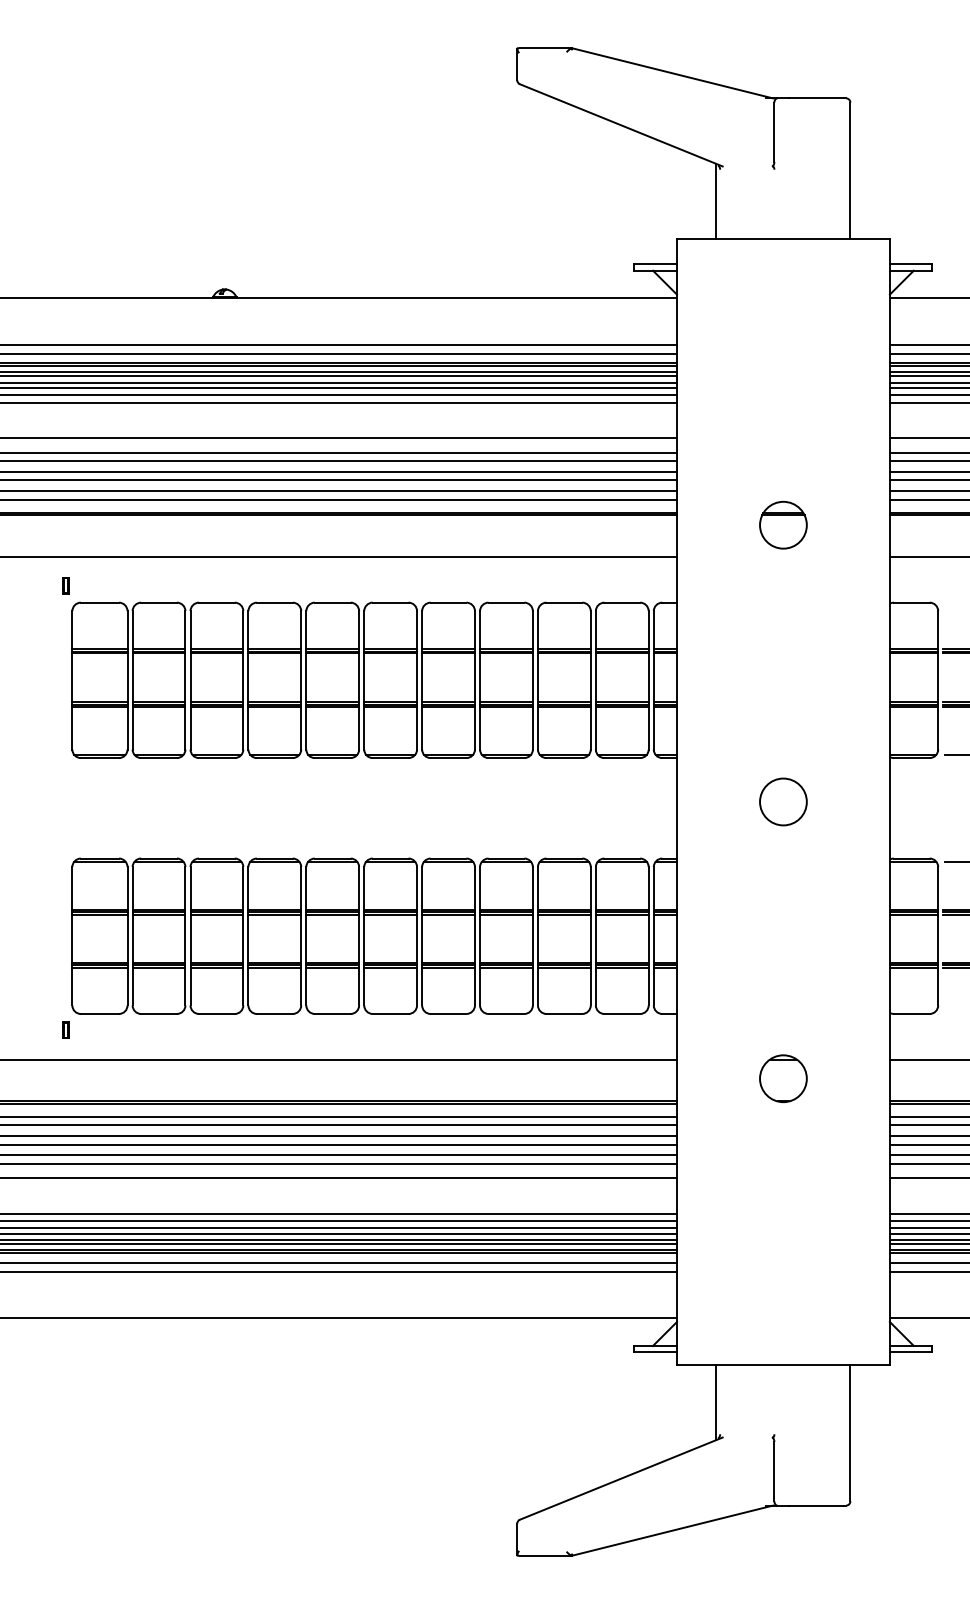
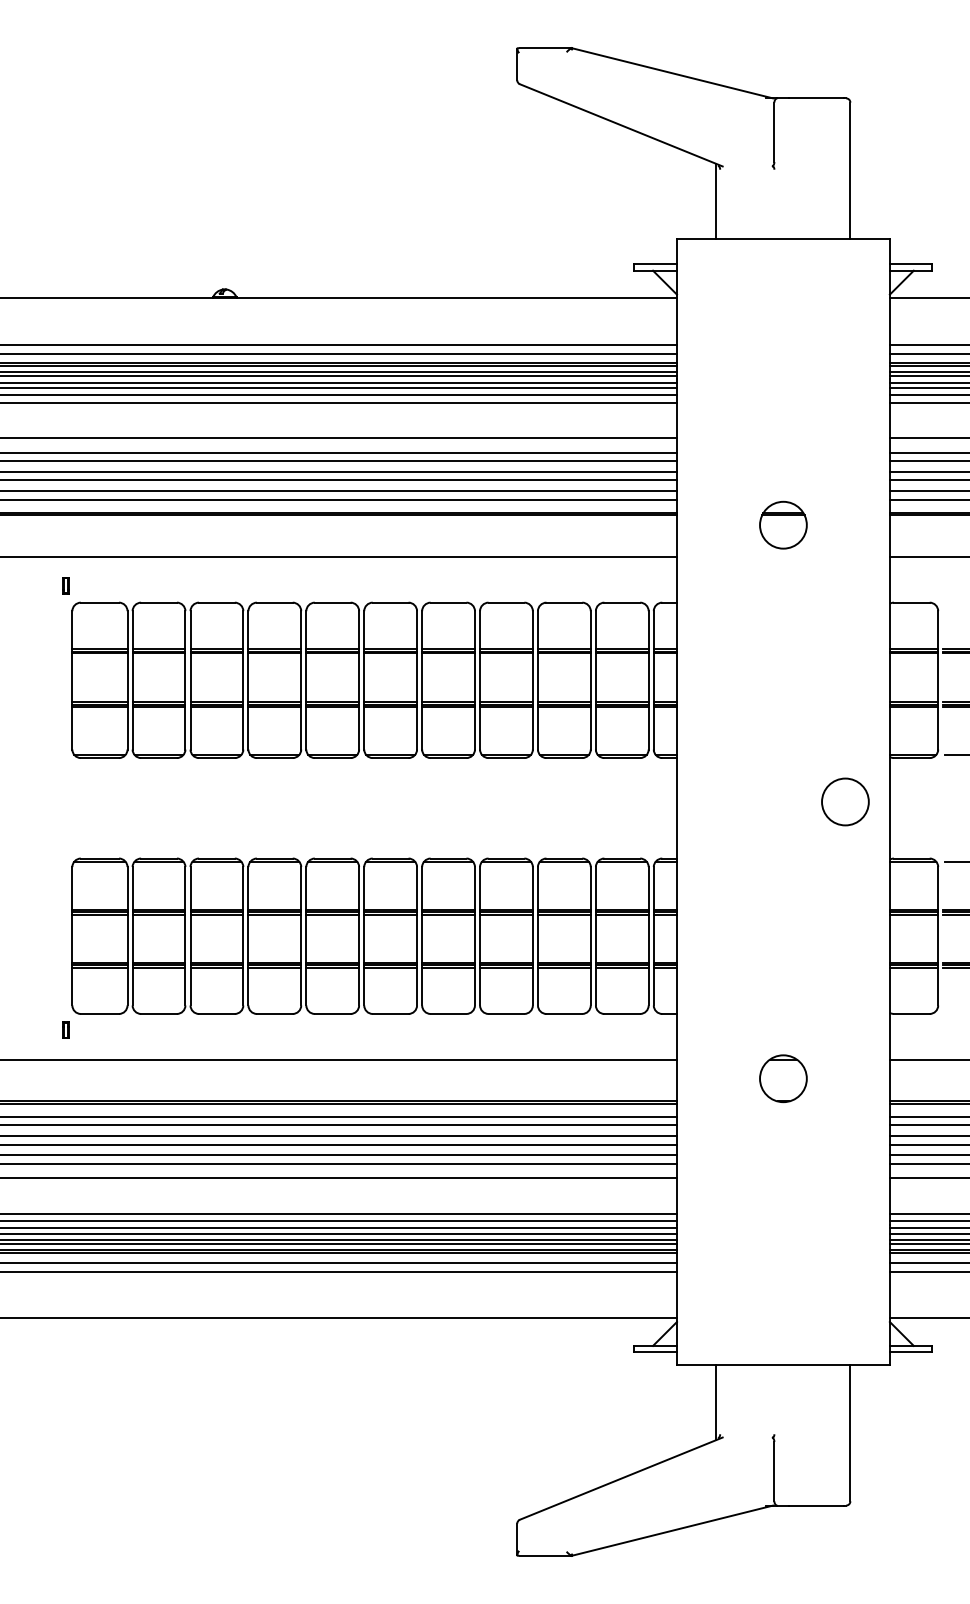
circle at (783, 801) position: (783, 801) -> (845, 801)
